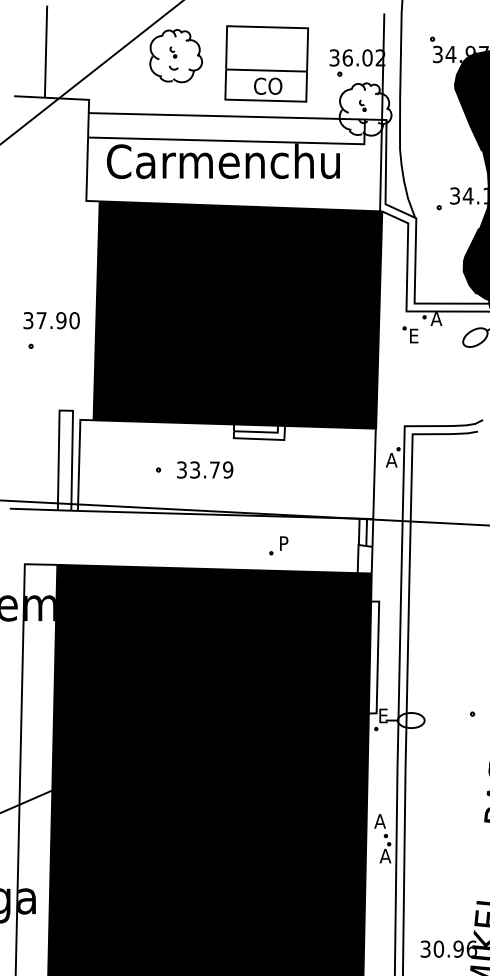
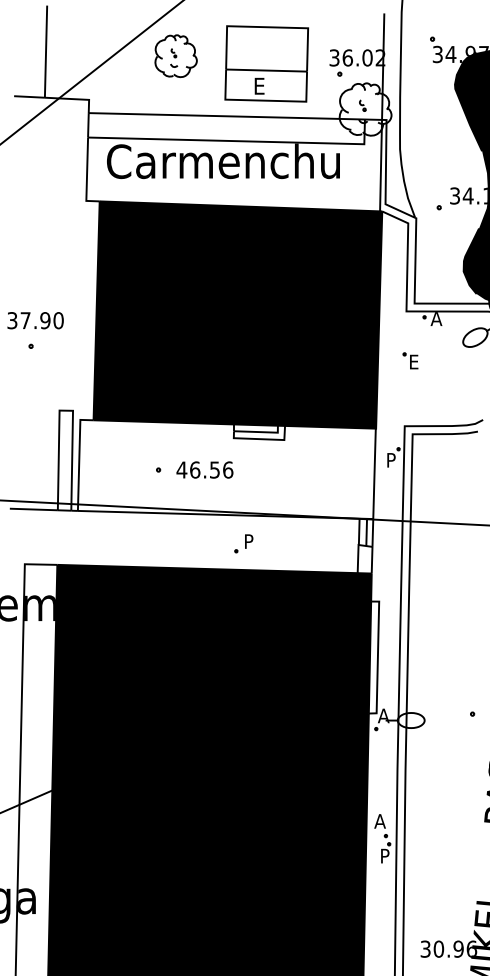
part at (175, 56) size: 54x55 px -> 44x45 px
text at (268, 85): CO -> E
text at (51, 320) position: (51, 320) -> (35, 320)
part at (410, 334) position: (410, 334) -> (410, 360)
text at (391, 460): A -> P
text at (204, 469): 33.79 -> 46.56
part at (278, 545) position: (278, 545) -> (243, 543)
text at (383, 715): E -> A
text at (385, 855): A -> P
